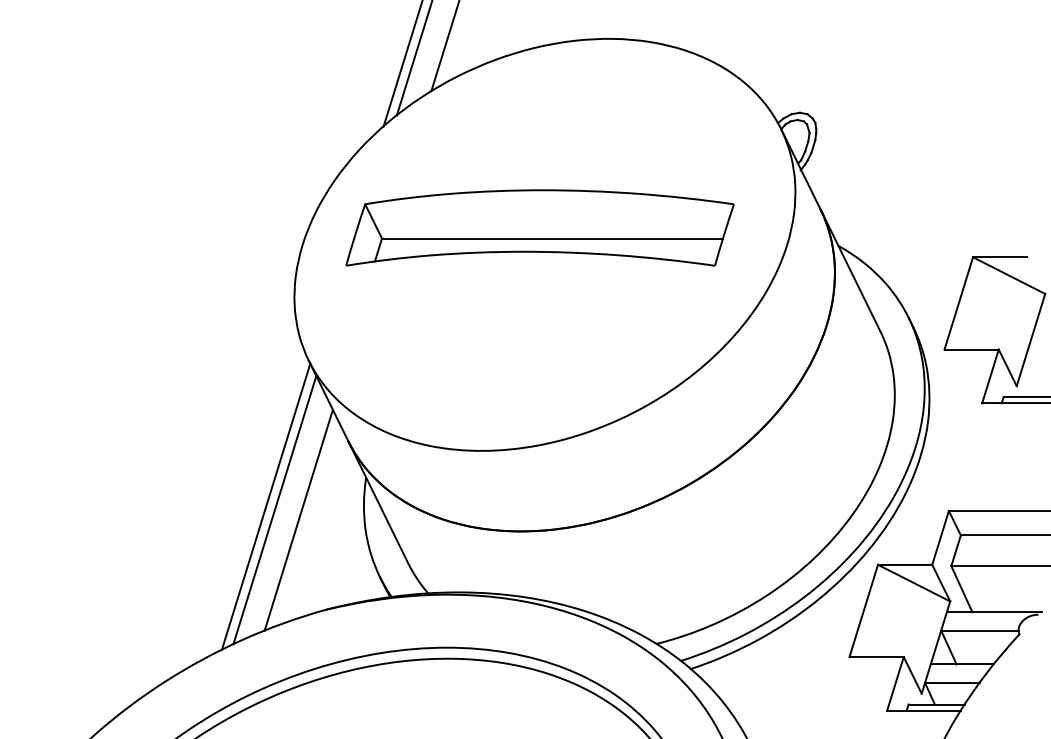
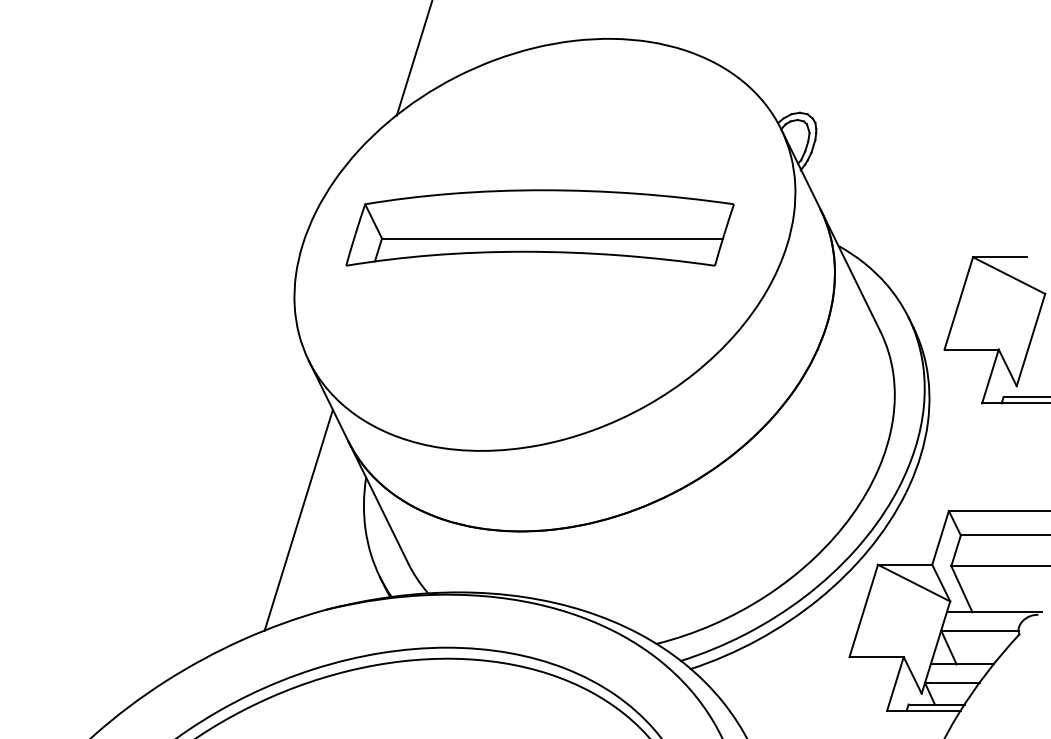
line at (444, 46): present -> none
line at (402, 64): present -> none
line at (265, 506): present -> none
line at (274, 510): present -> none
